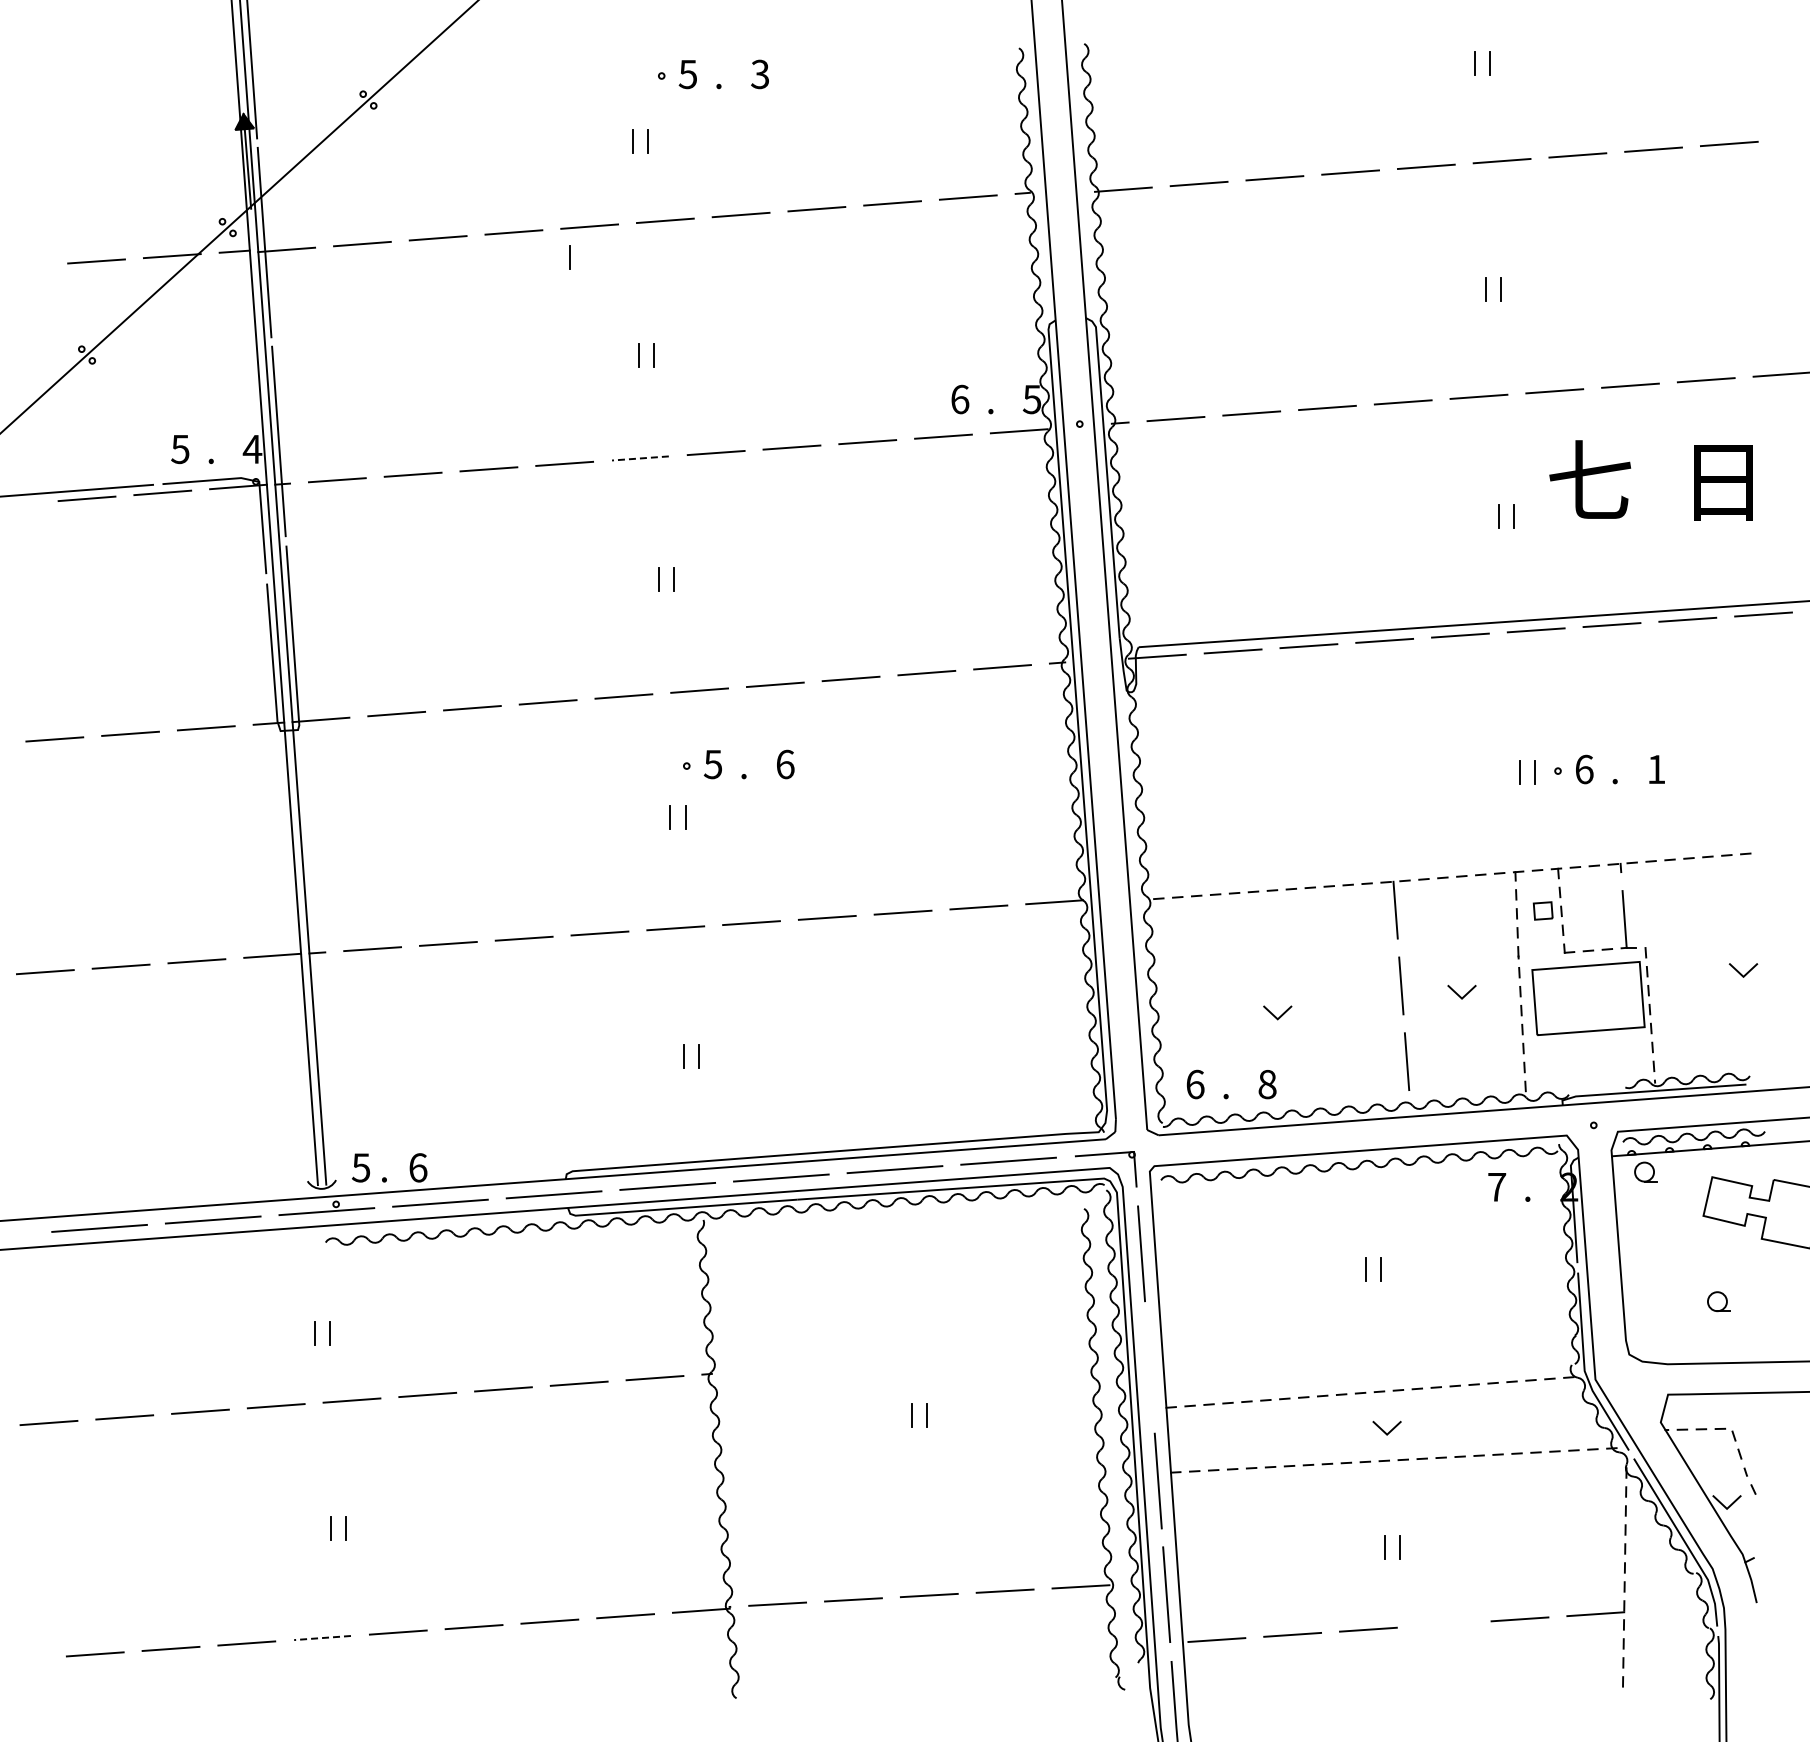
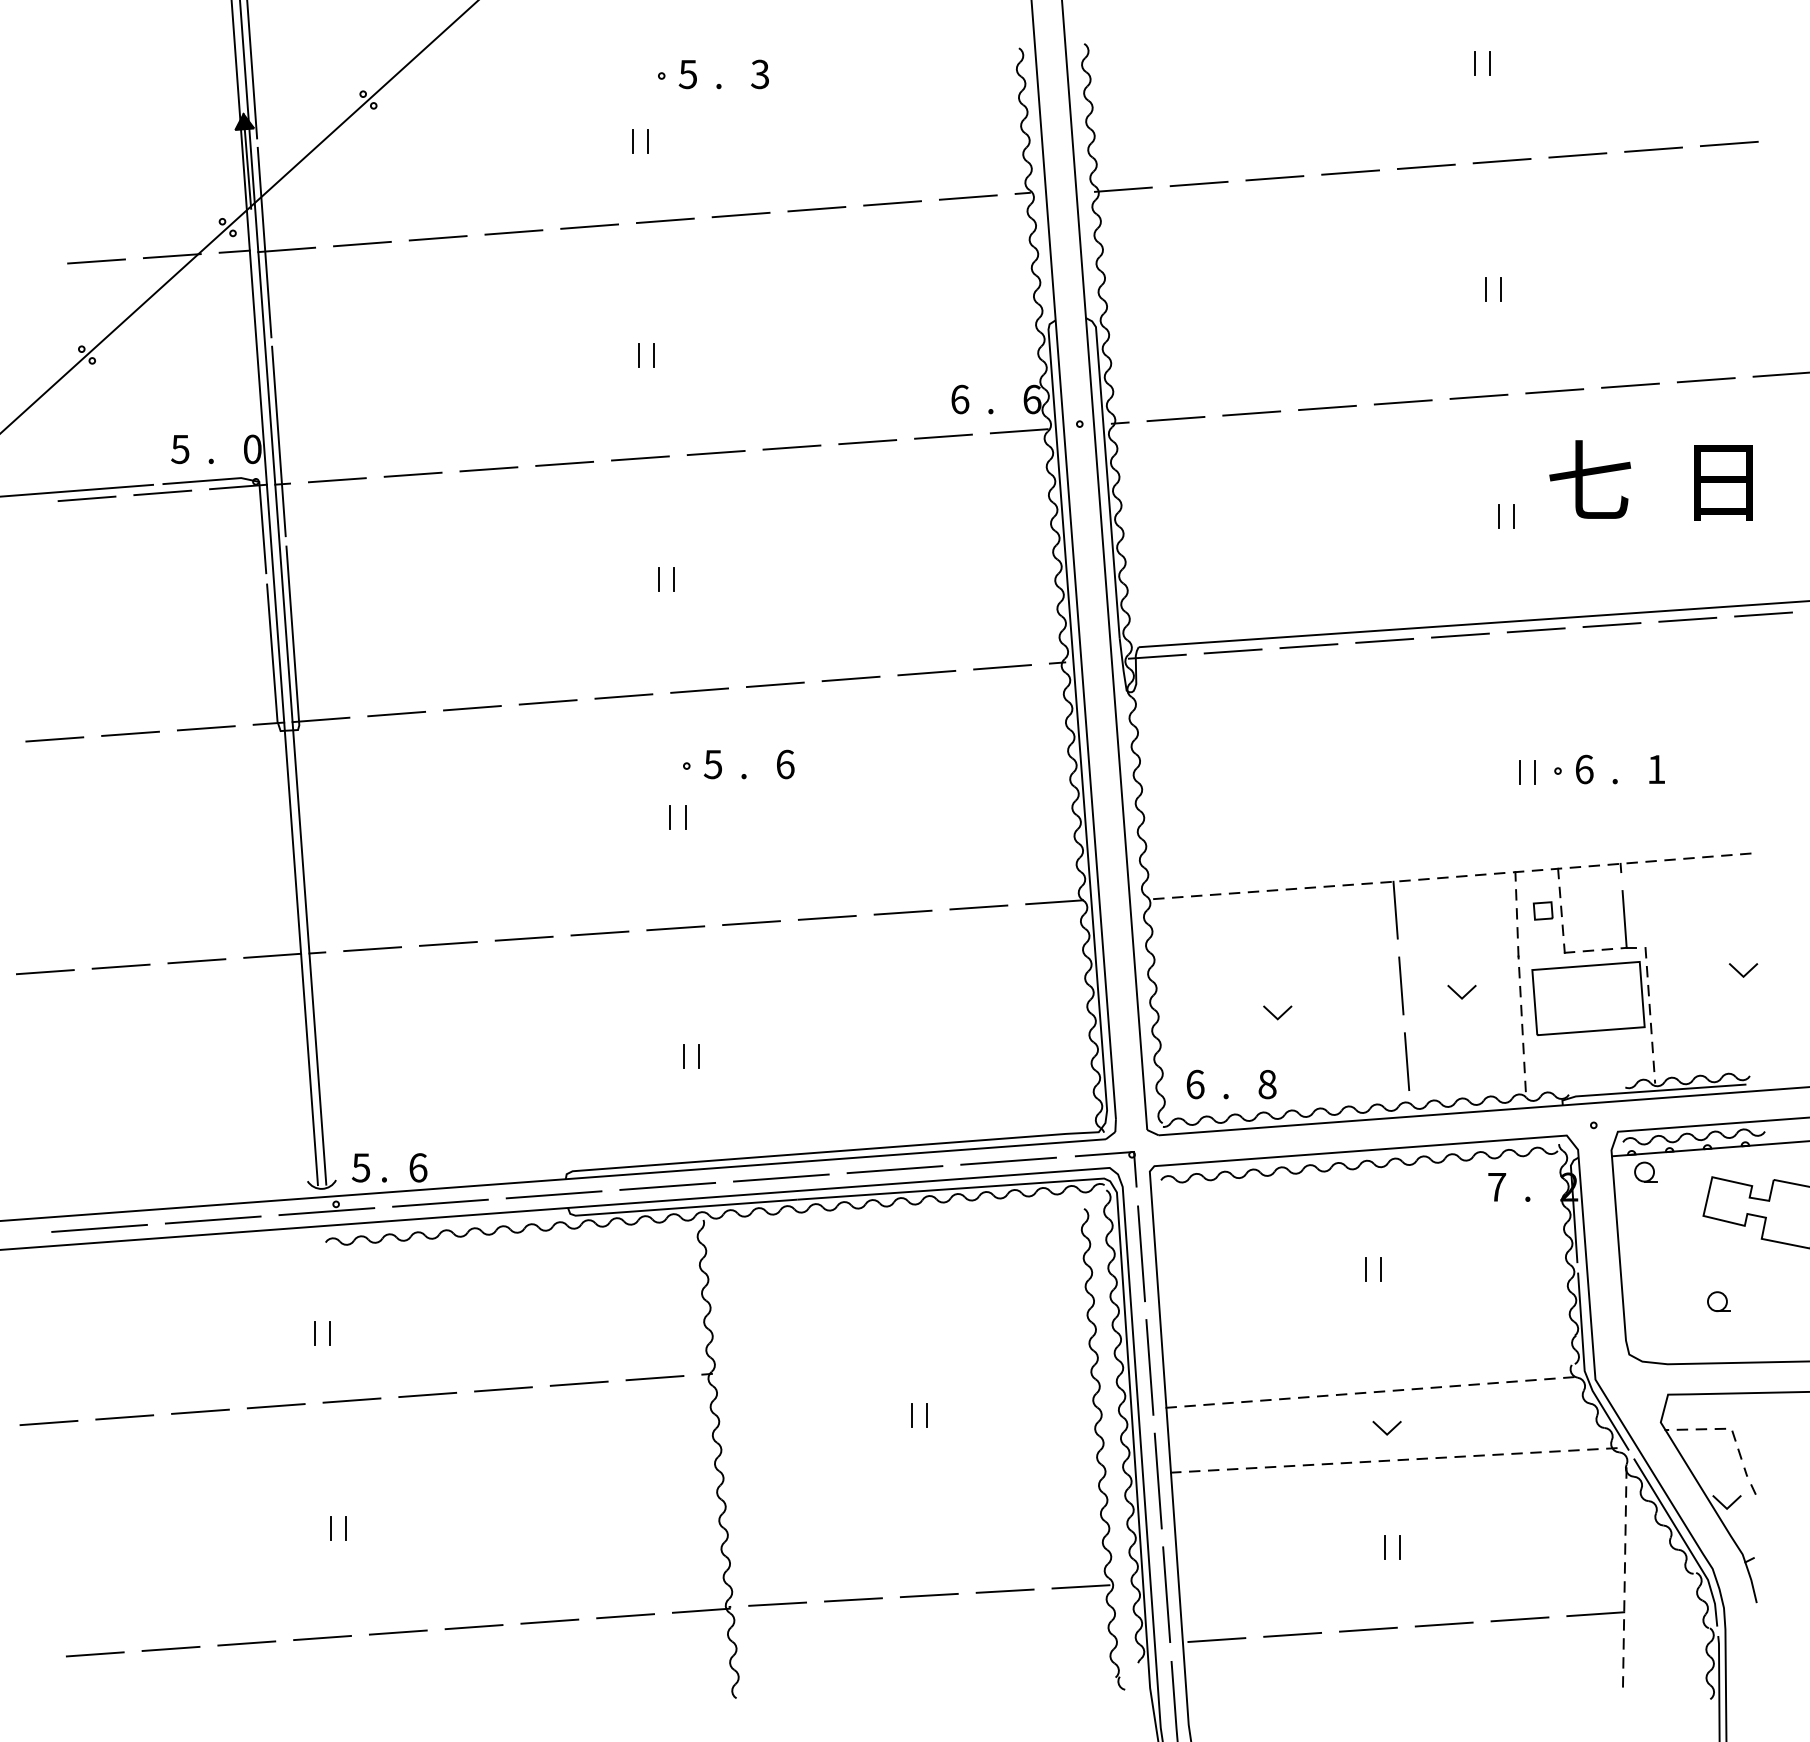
line at (569, 257): present -> none
text at (1031, 399): 5 -> 6
text at (252, 449): 4 -> 0
line at (639, 458): dashed -> solid
line at (1149, 1367): none -> present
line at (1443, 1624): none -> present
line at (322, 1638): dashed -> solid
